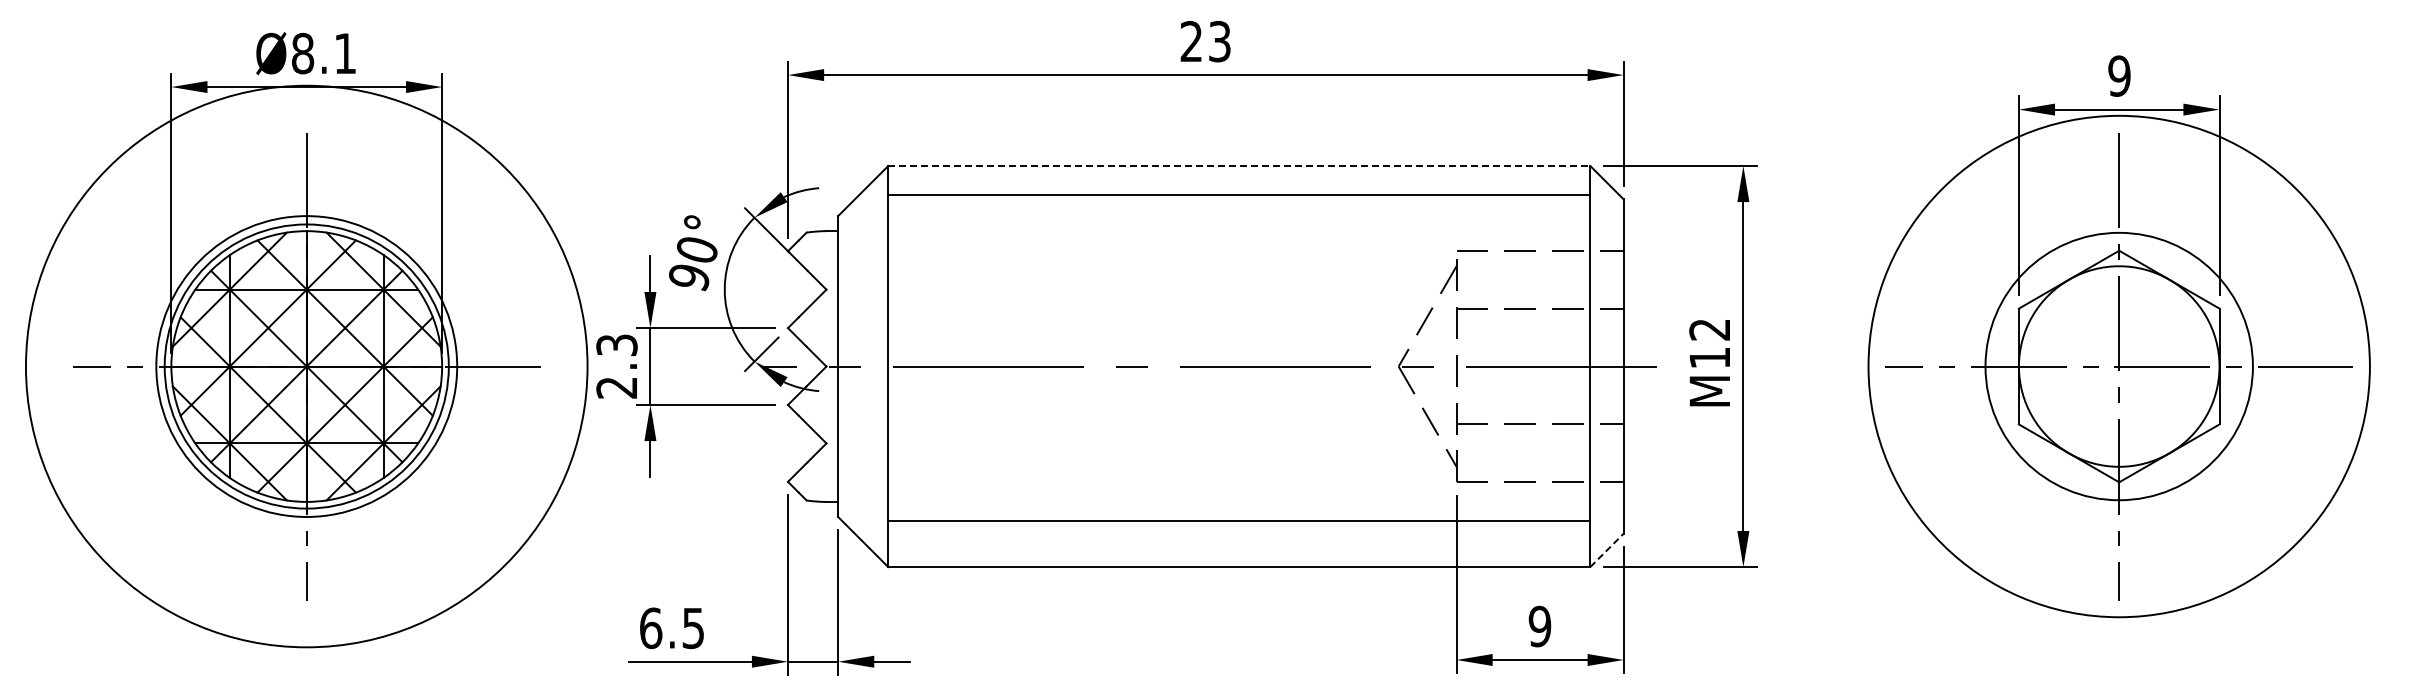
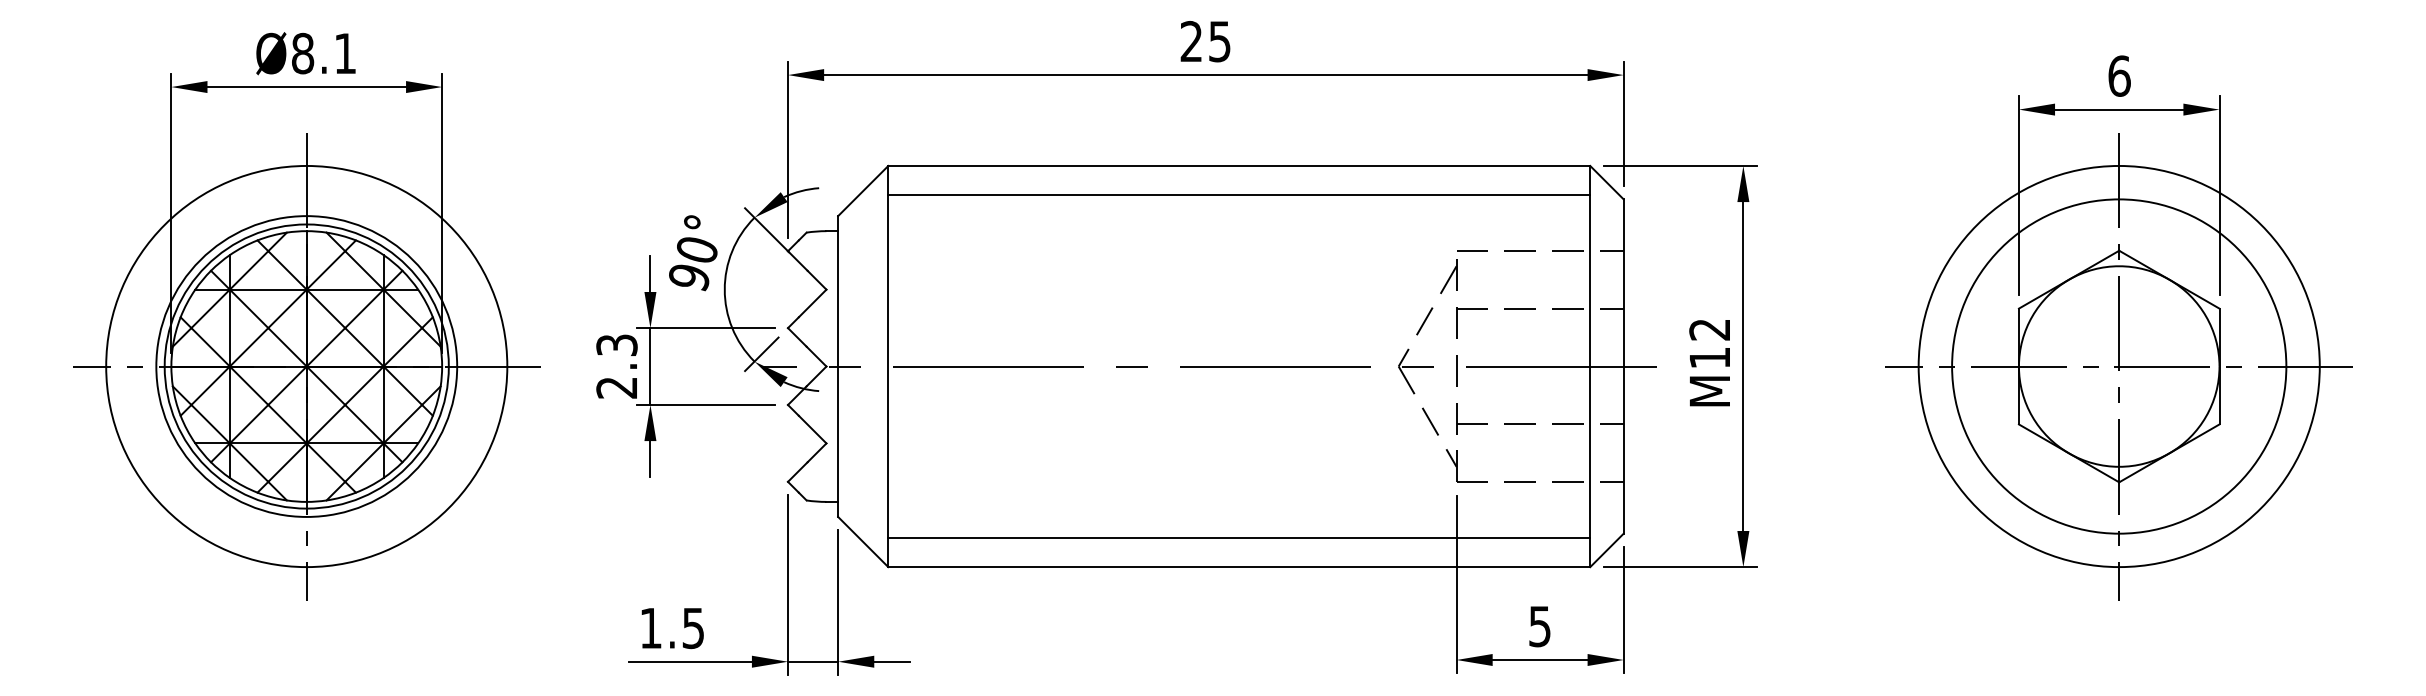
text at (1219, 40): 23 -> 25
text at (2119, 75): 9 -> 6
line at (1239, 165): dashed -> solid
circle at (306, 366) diameter: 562 px -> 401 px
circle at (2118, 366) diameter: 267 px -> 334 px
circle at (2118, 366) diameter: 501 px -> 401 px
line at (1239, 520) position: (1239, 520) -> (1239, 537)
line at (1606, 550): dashed -> solid
text at (1539, 626): 9 -> 5
text at (651, 628): 6.5 -> 1.5
